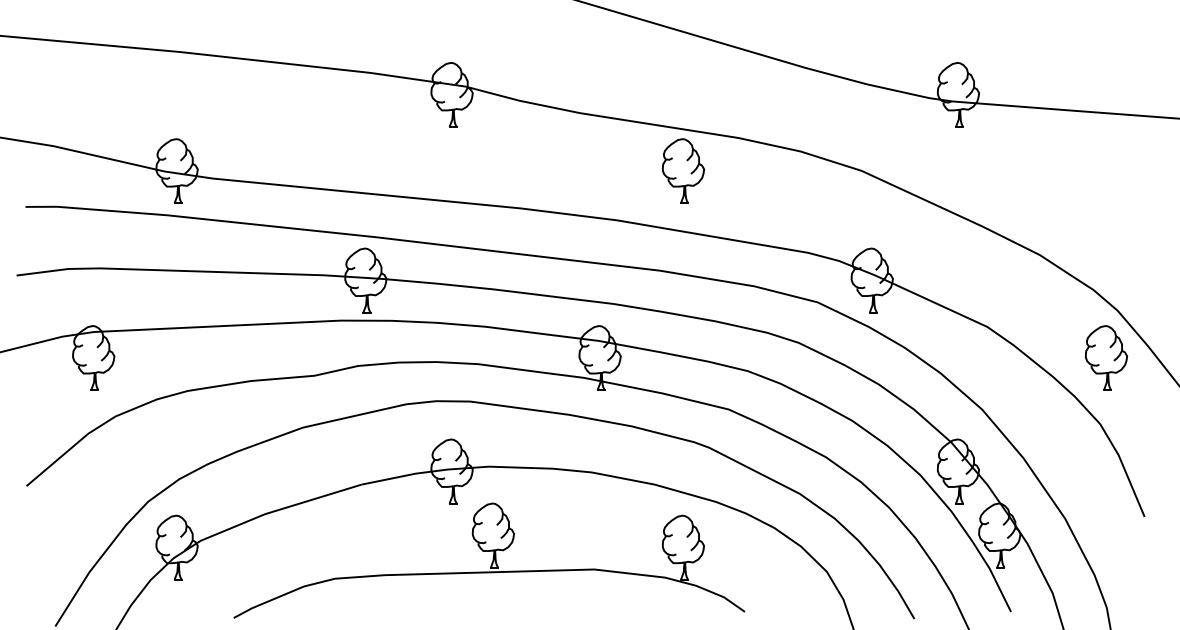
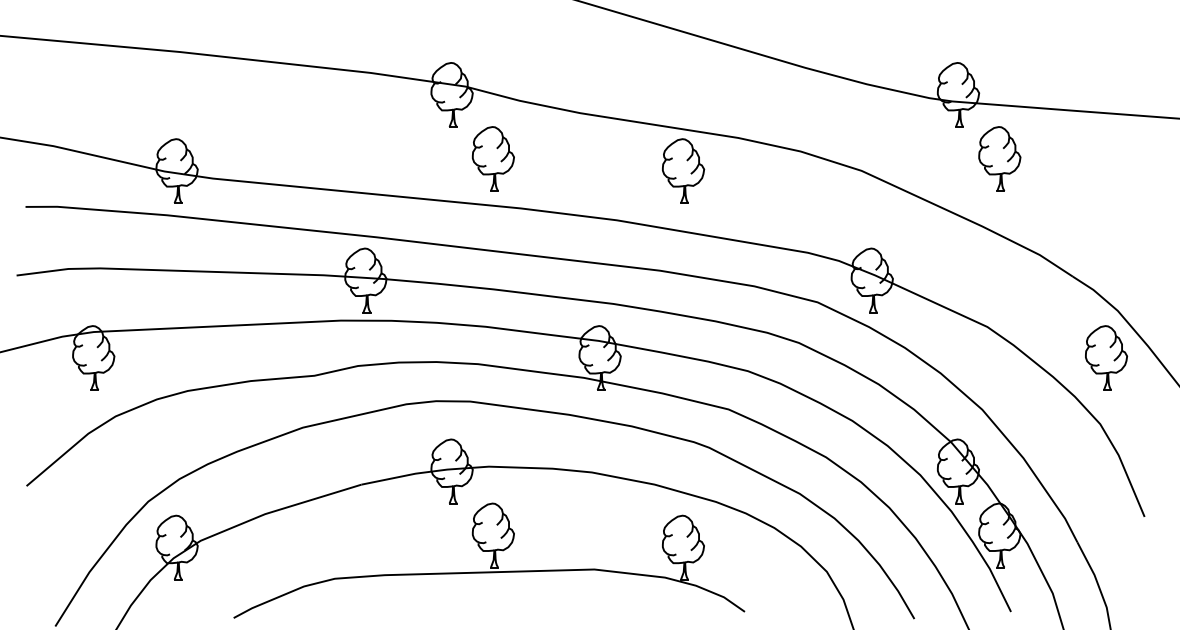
part at (492, 158): none -> present
part at (999, 158): none -> present
